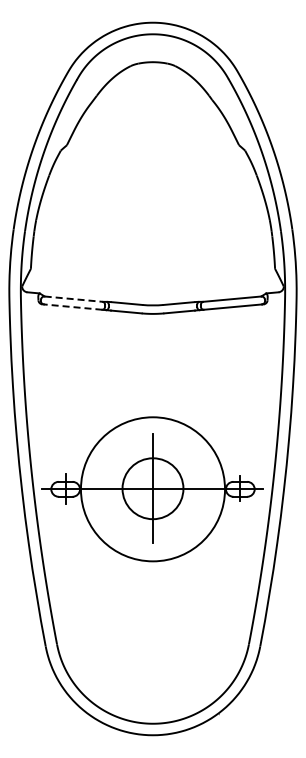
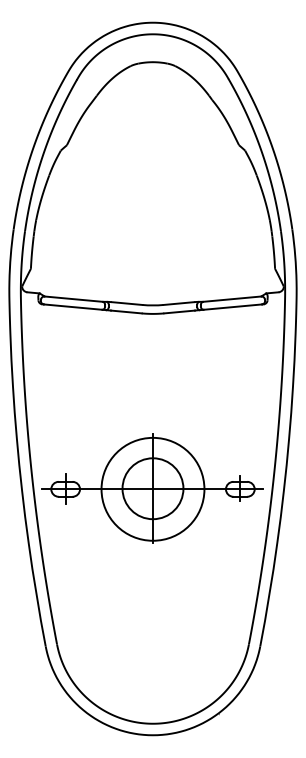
line at (74, 299): dashed -> solid
line at (72, 307): dashed -> solid
circle at (152, 489) diameter: 144 px -> 103 px
